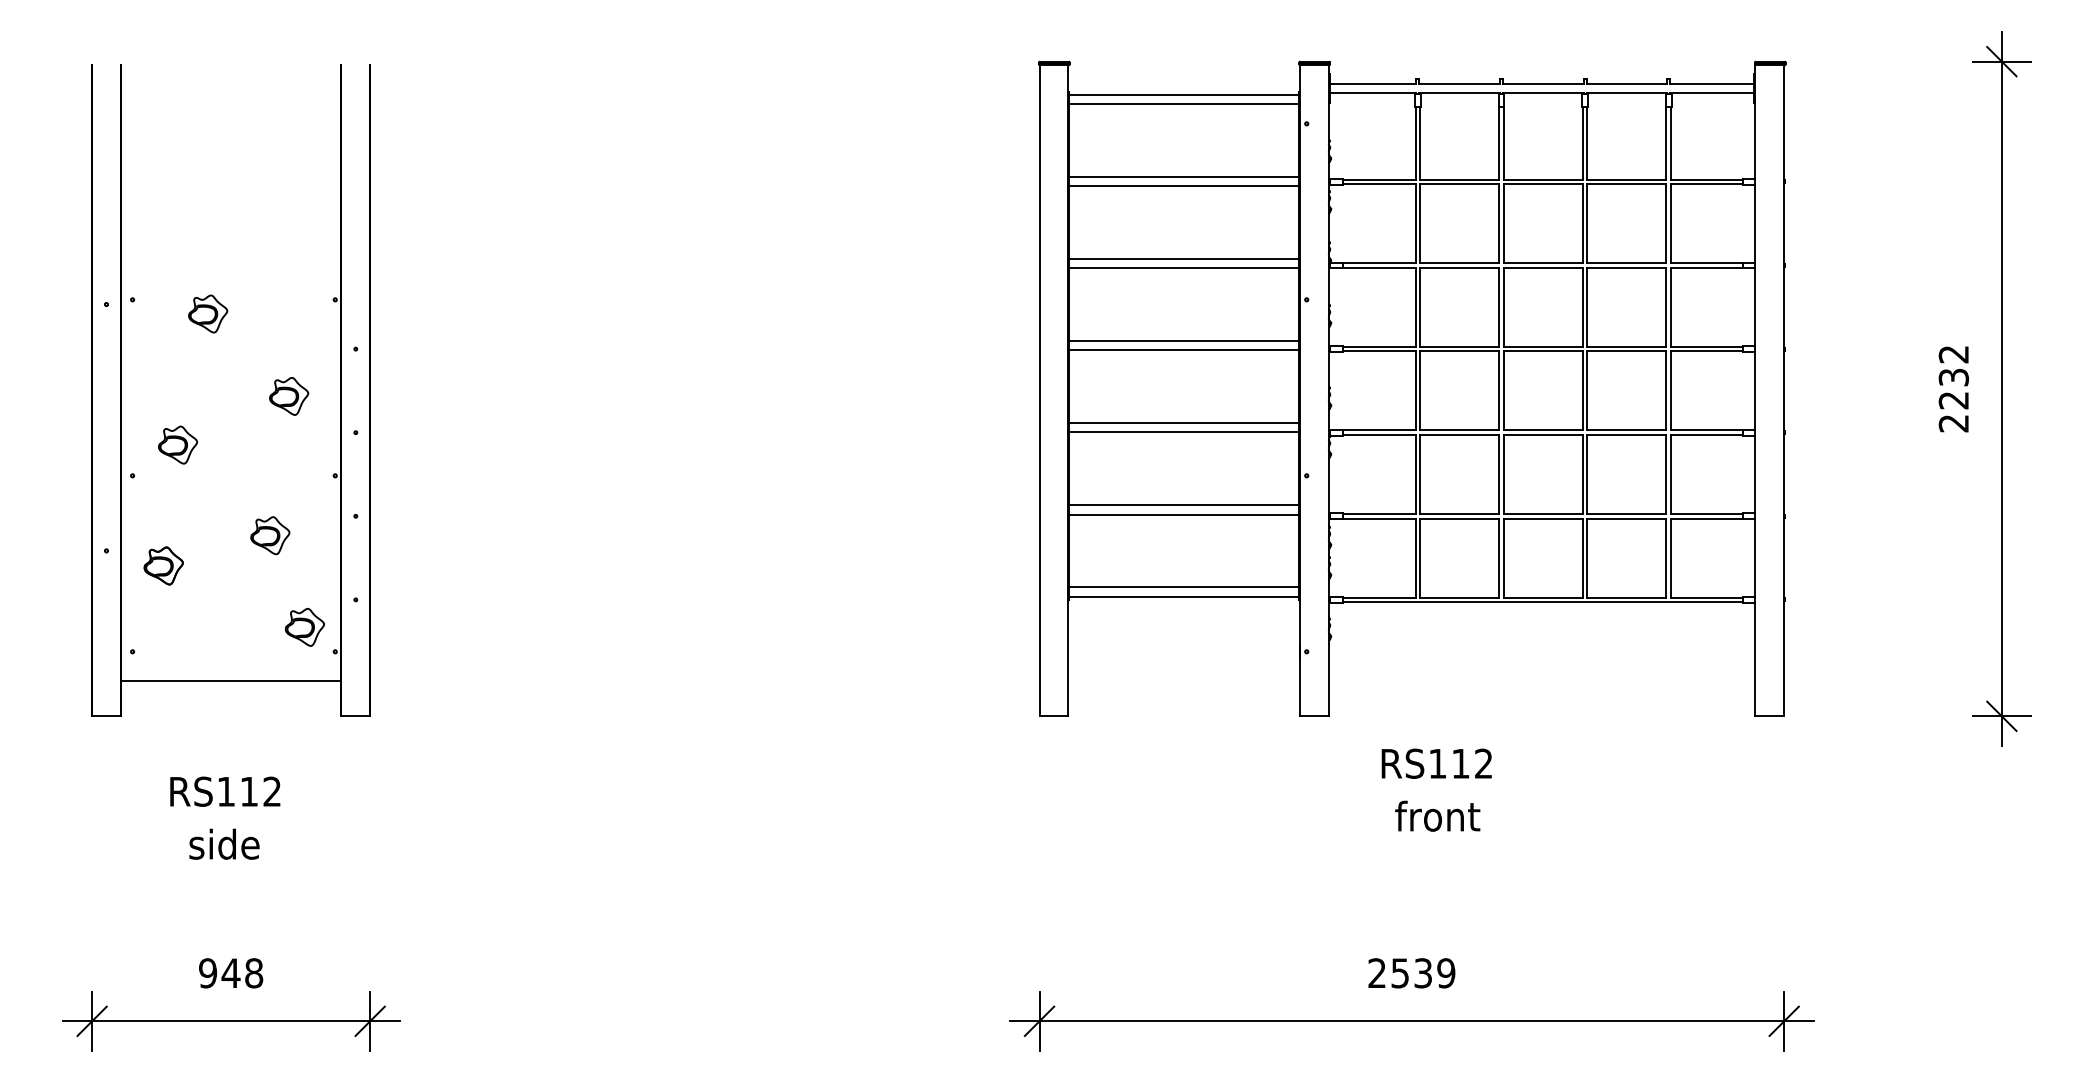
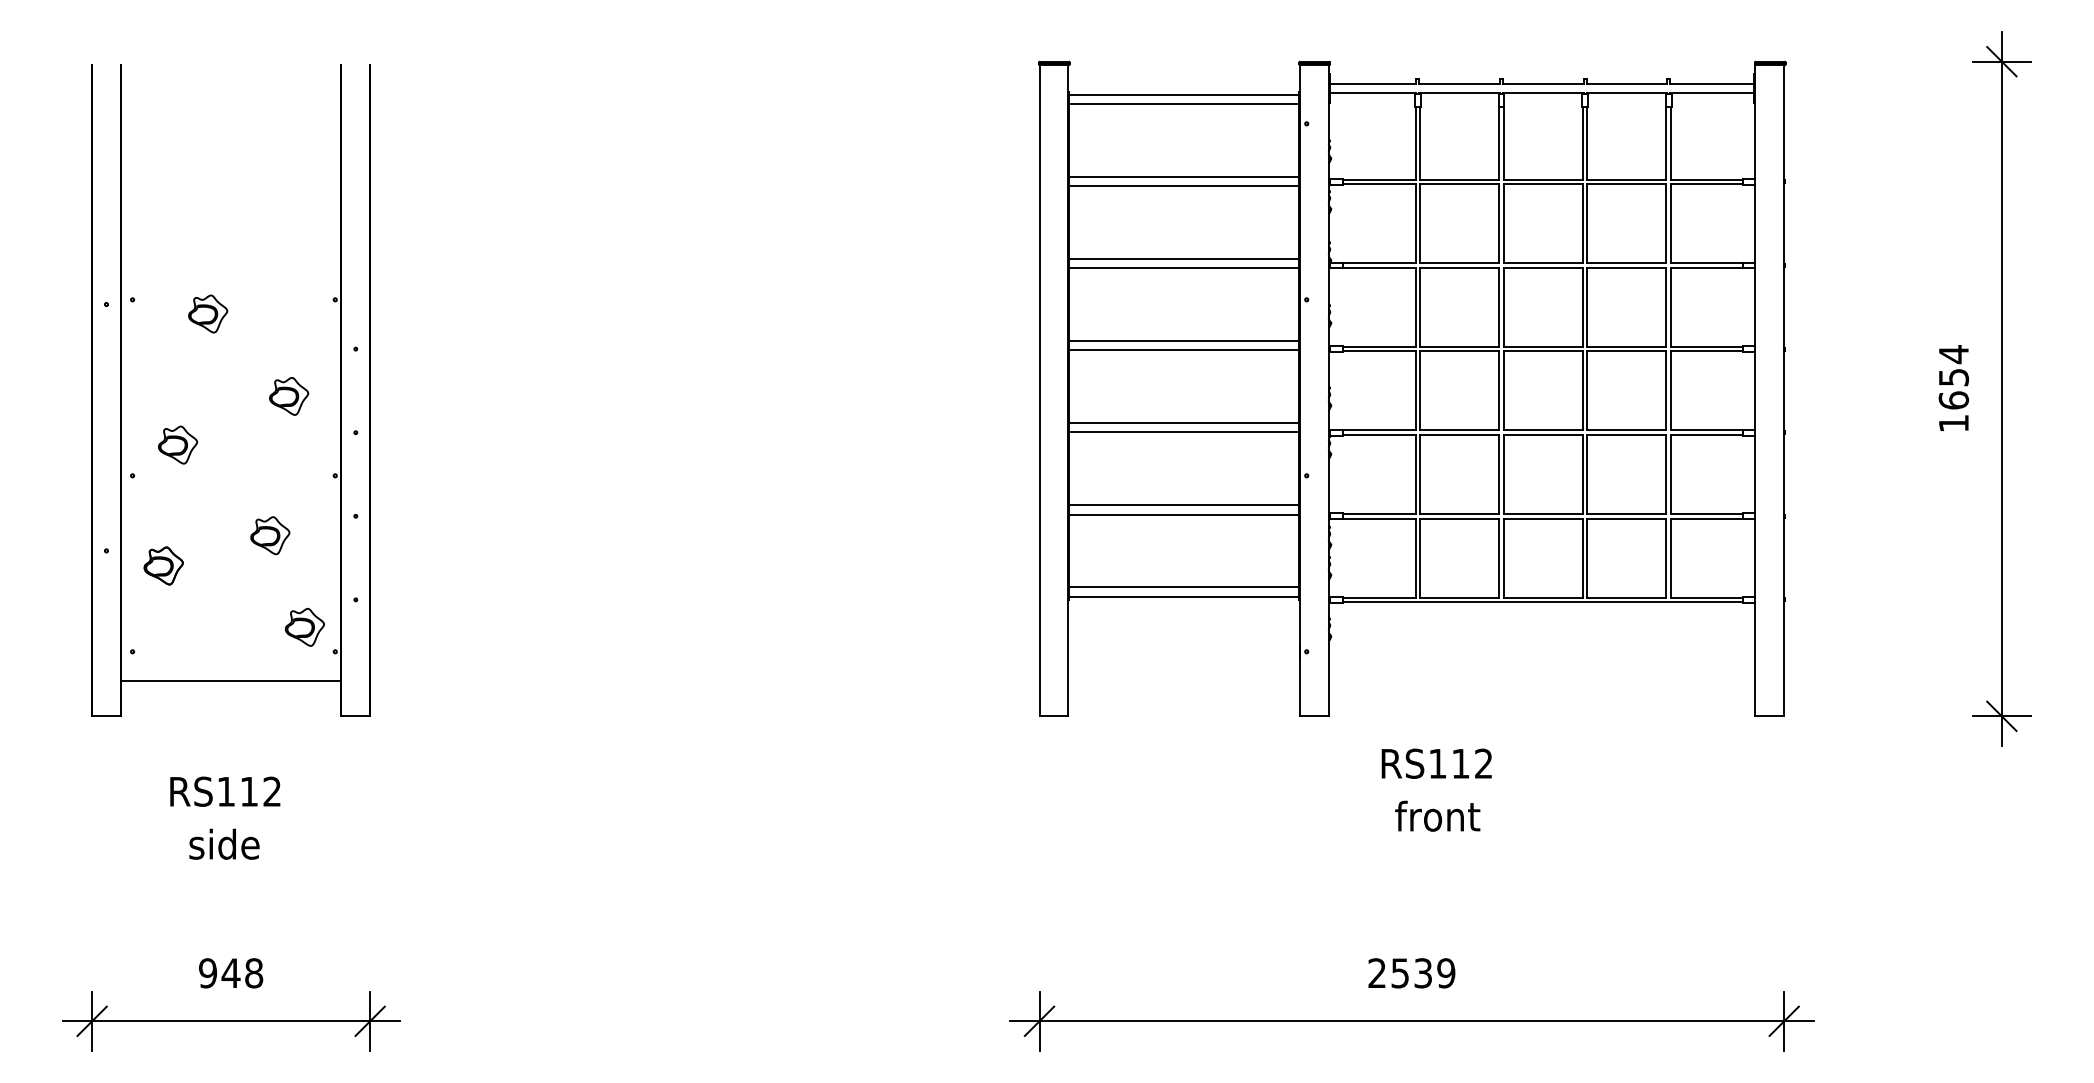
text at (1953, 388): 2232 -> 1654
